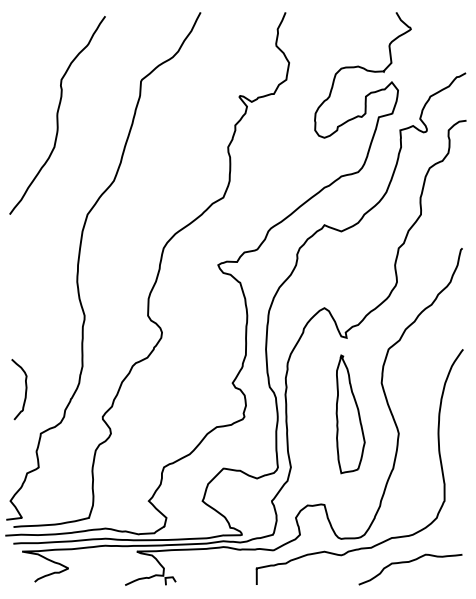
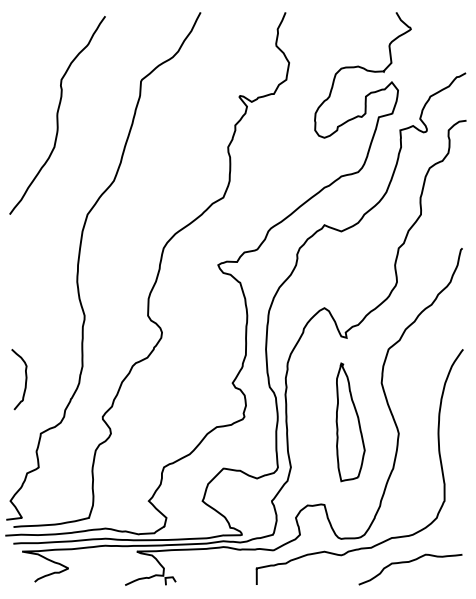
curve at (25, 389) position: (25, 389) -> (25, 379)
part at (350, 414) position: (350, 414) -> (350, 422)
